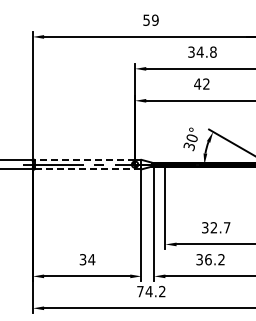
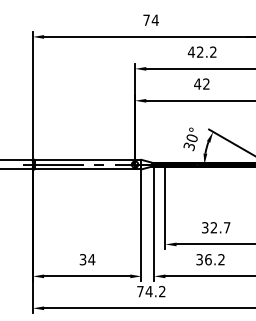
text at (150, 19): 59 -> 74
text at (201, 51): 34.8 -> 42.2
line at (84, 159): dashed -> solid
line at (85, 169): dashed -> solid
